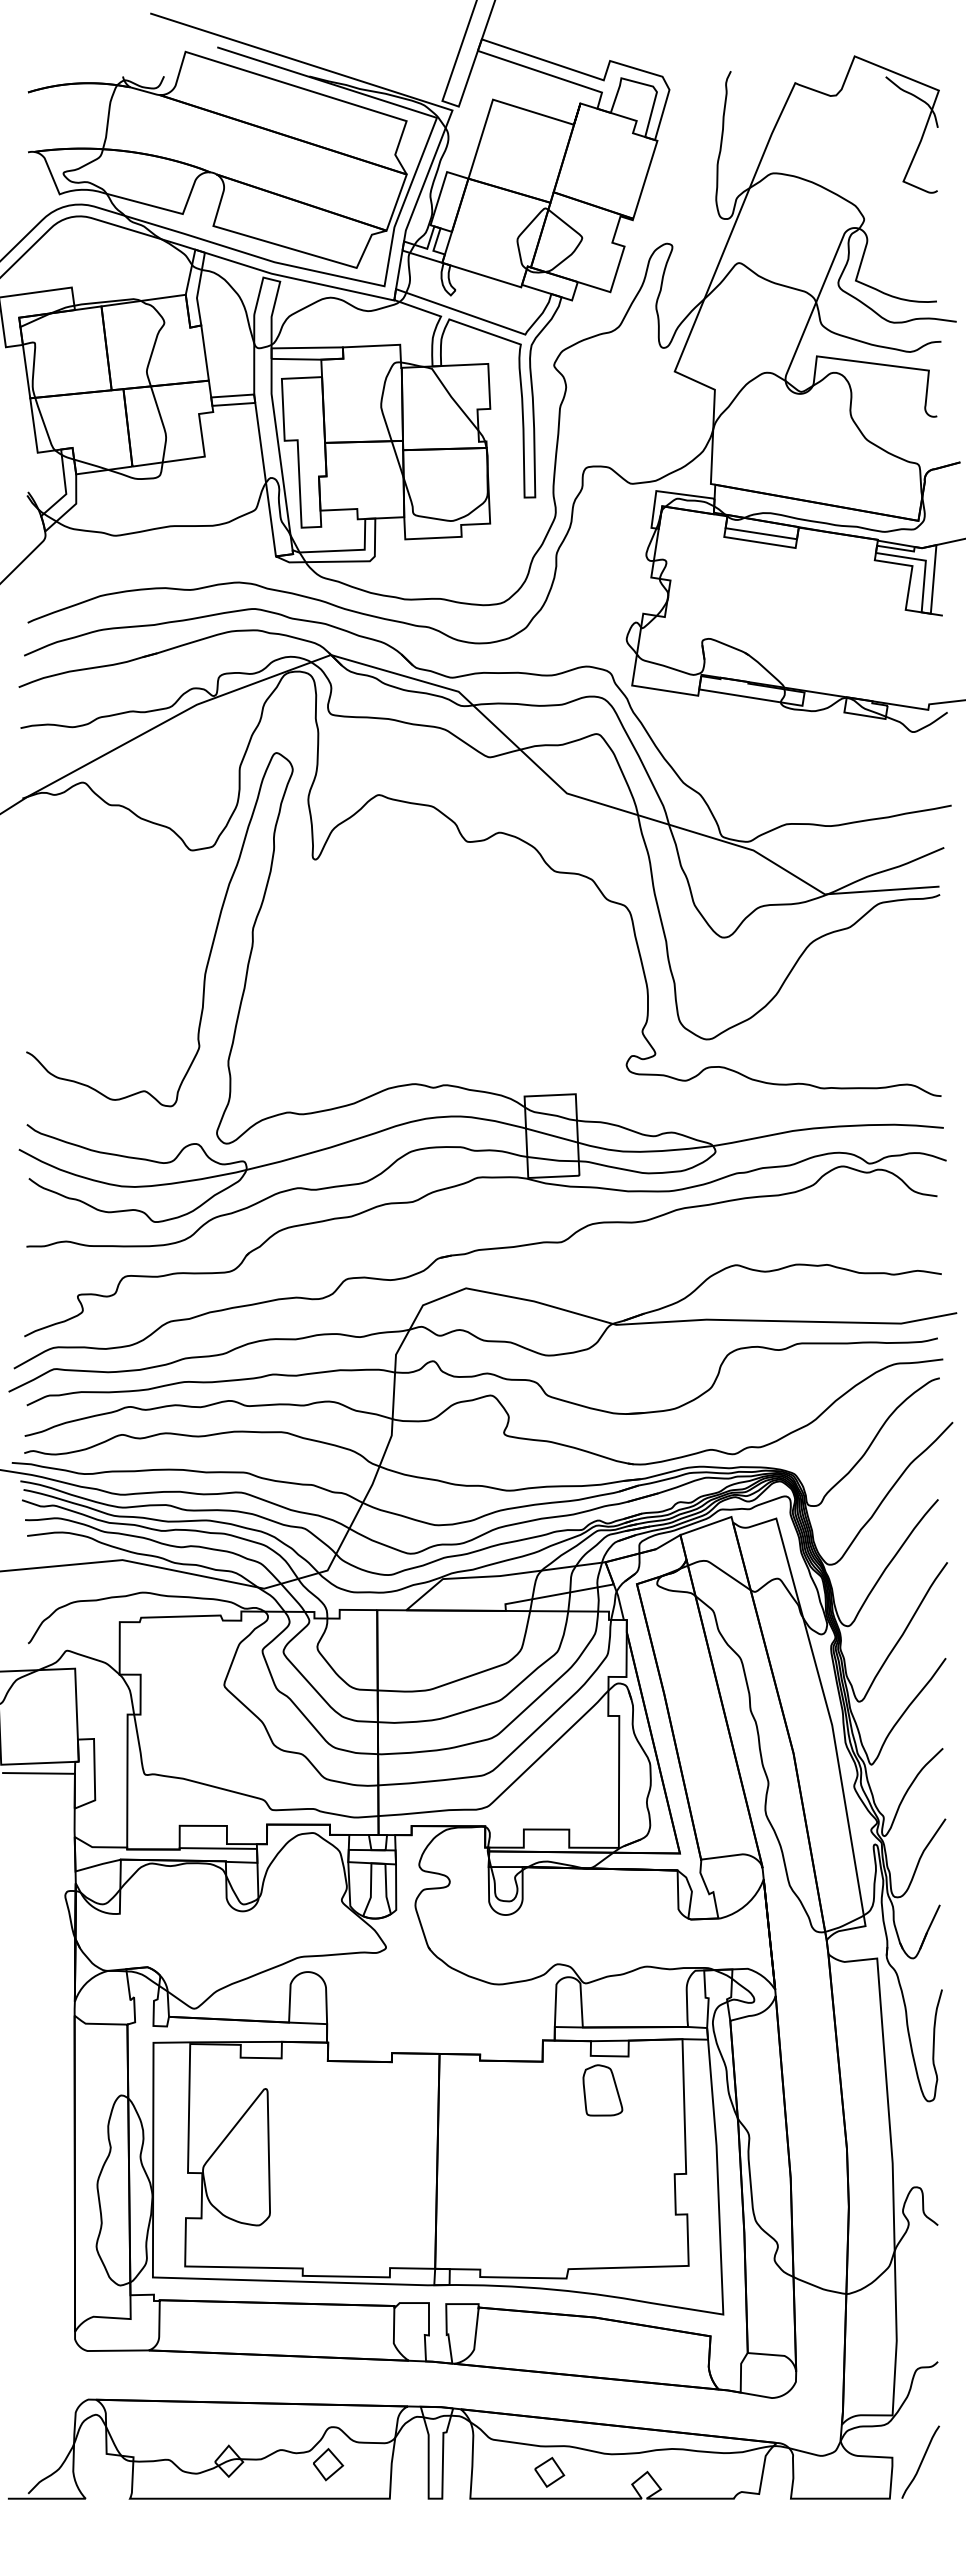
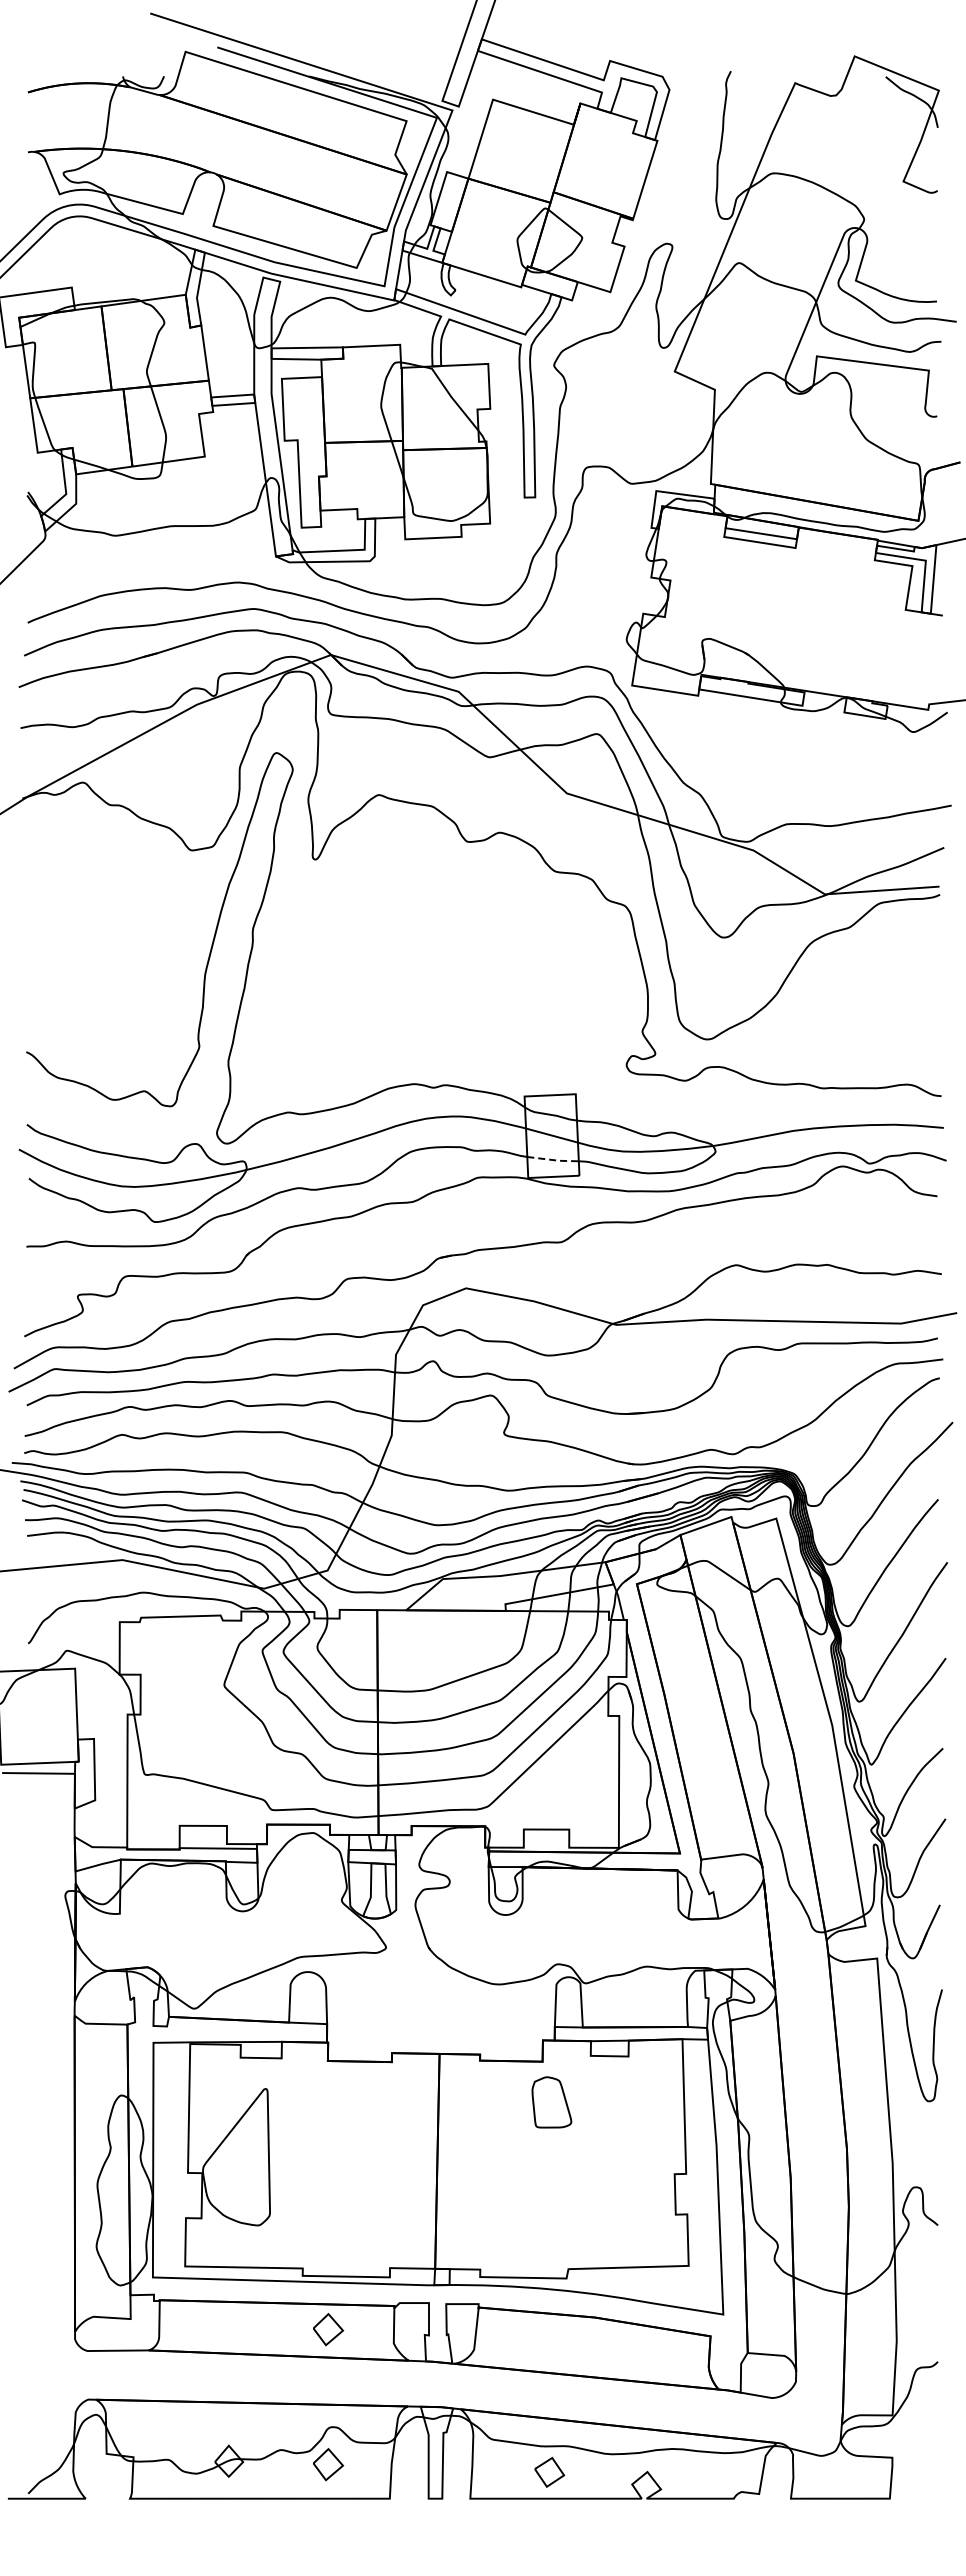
line at (553, 1160): solid -> dashed
part at (602, 2090) position: (602, 2090) -> (551, 2102)
part at (328, 2329): none -> present
curve at (921, 2461): present -> none
